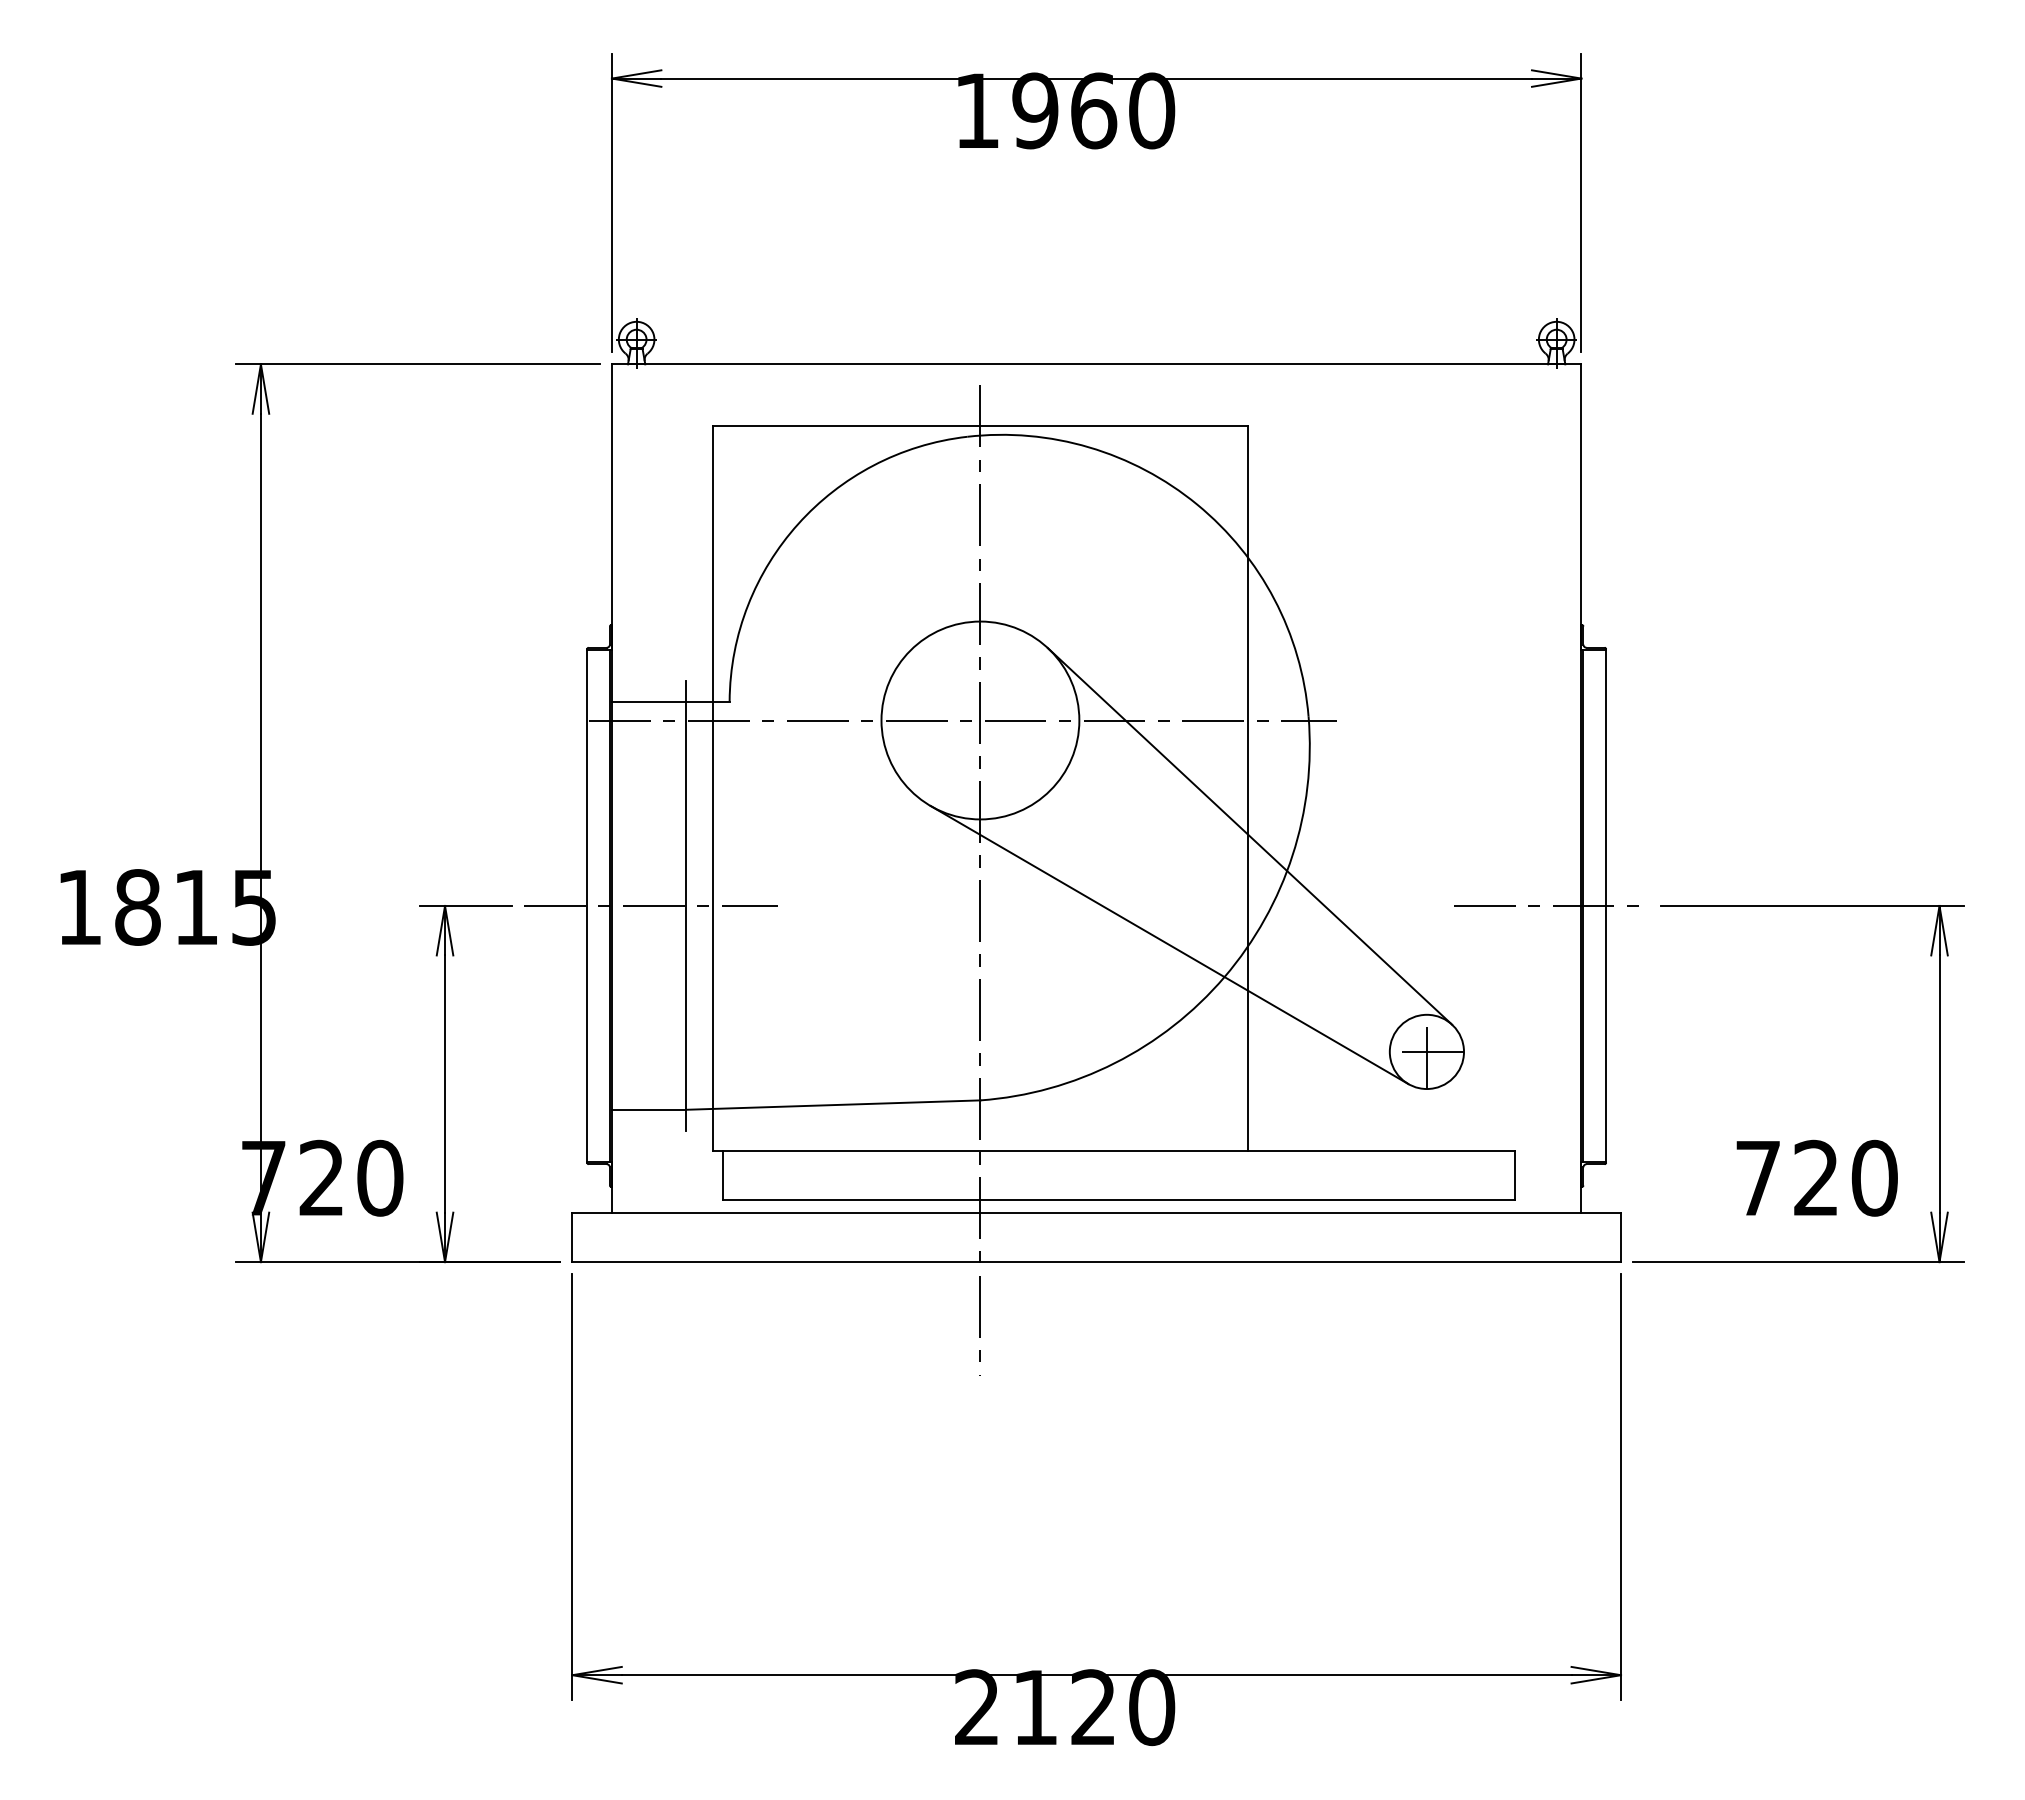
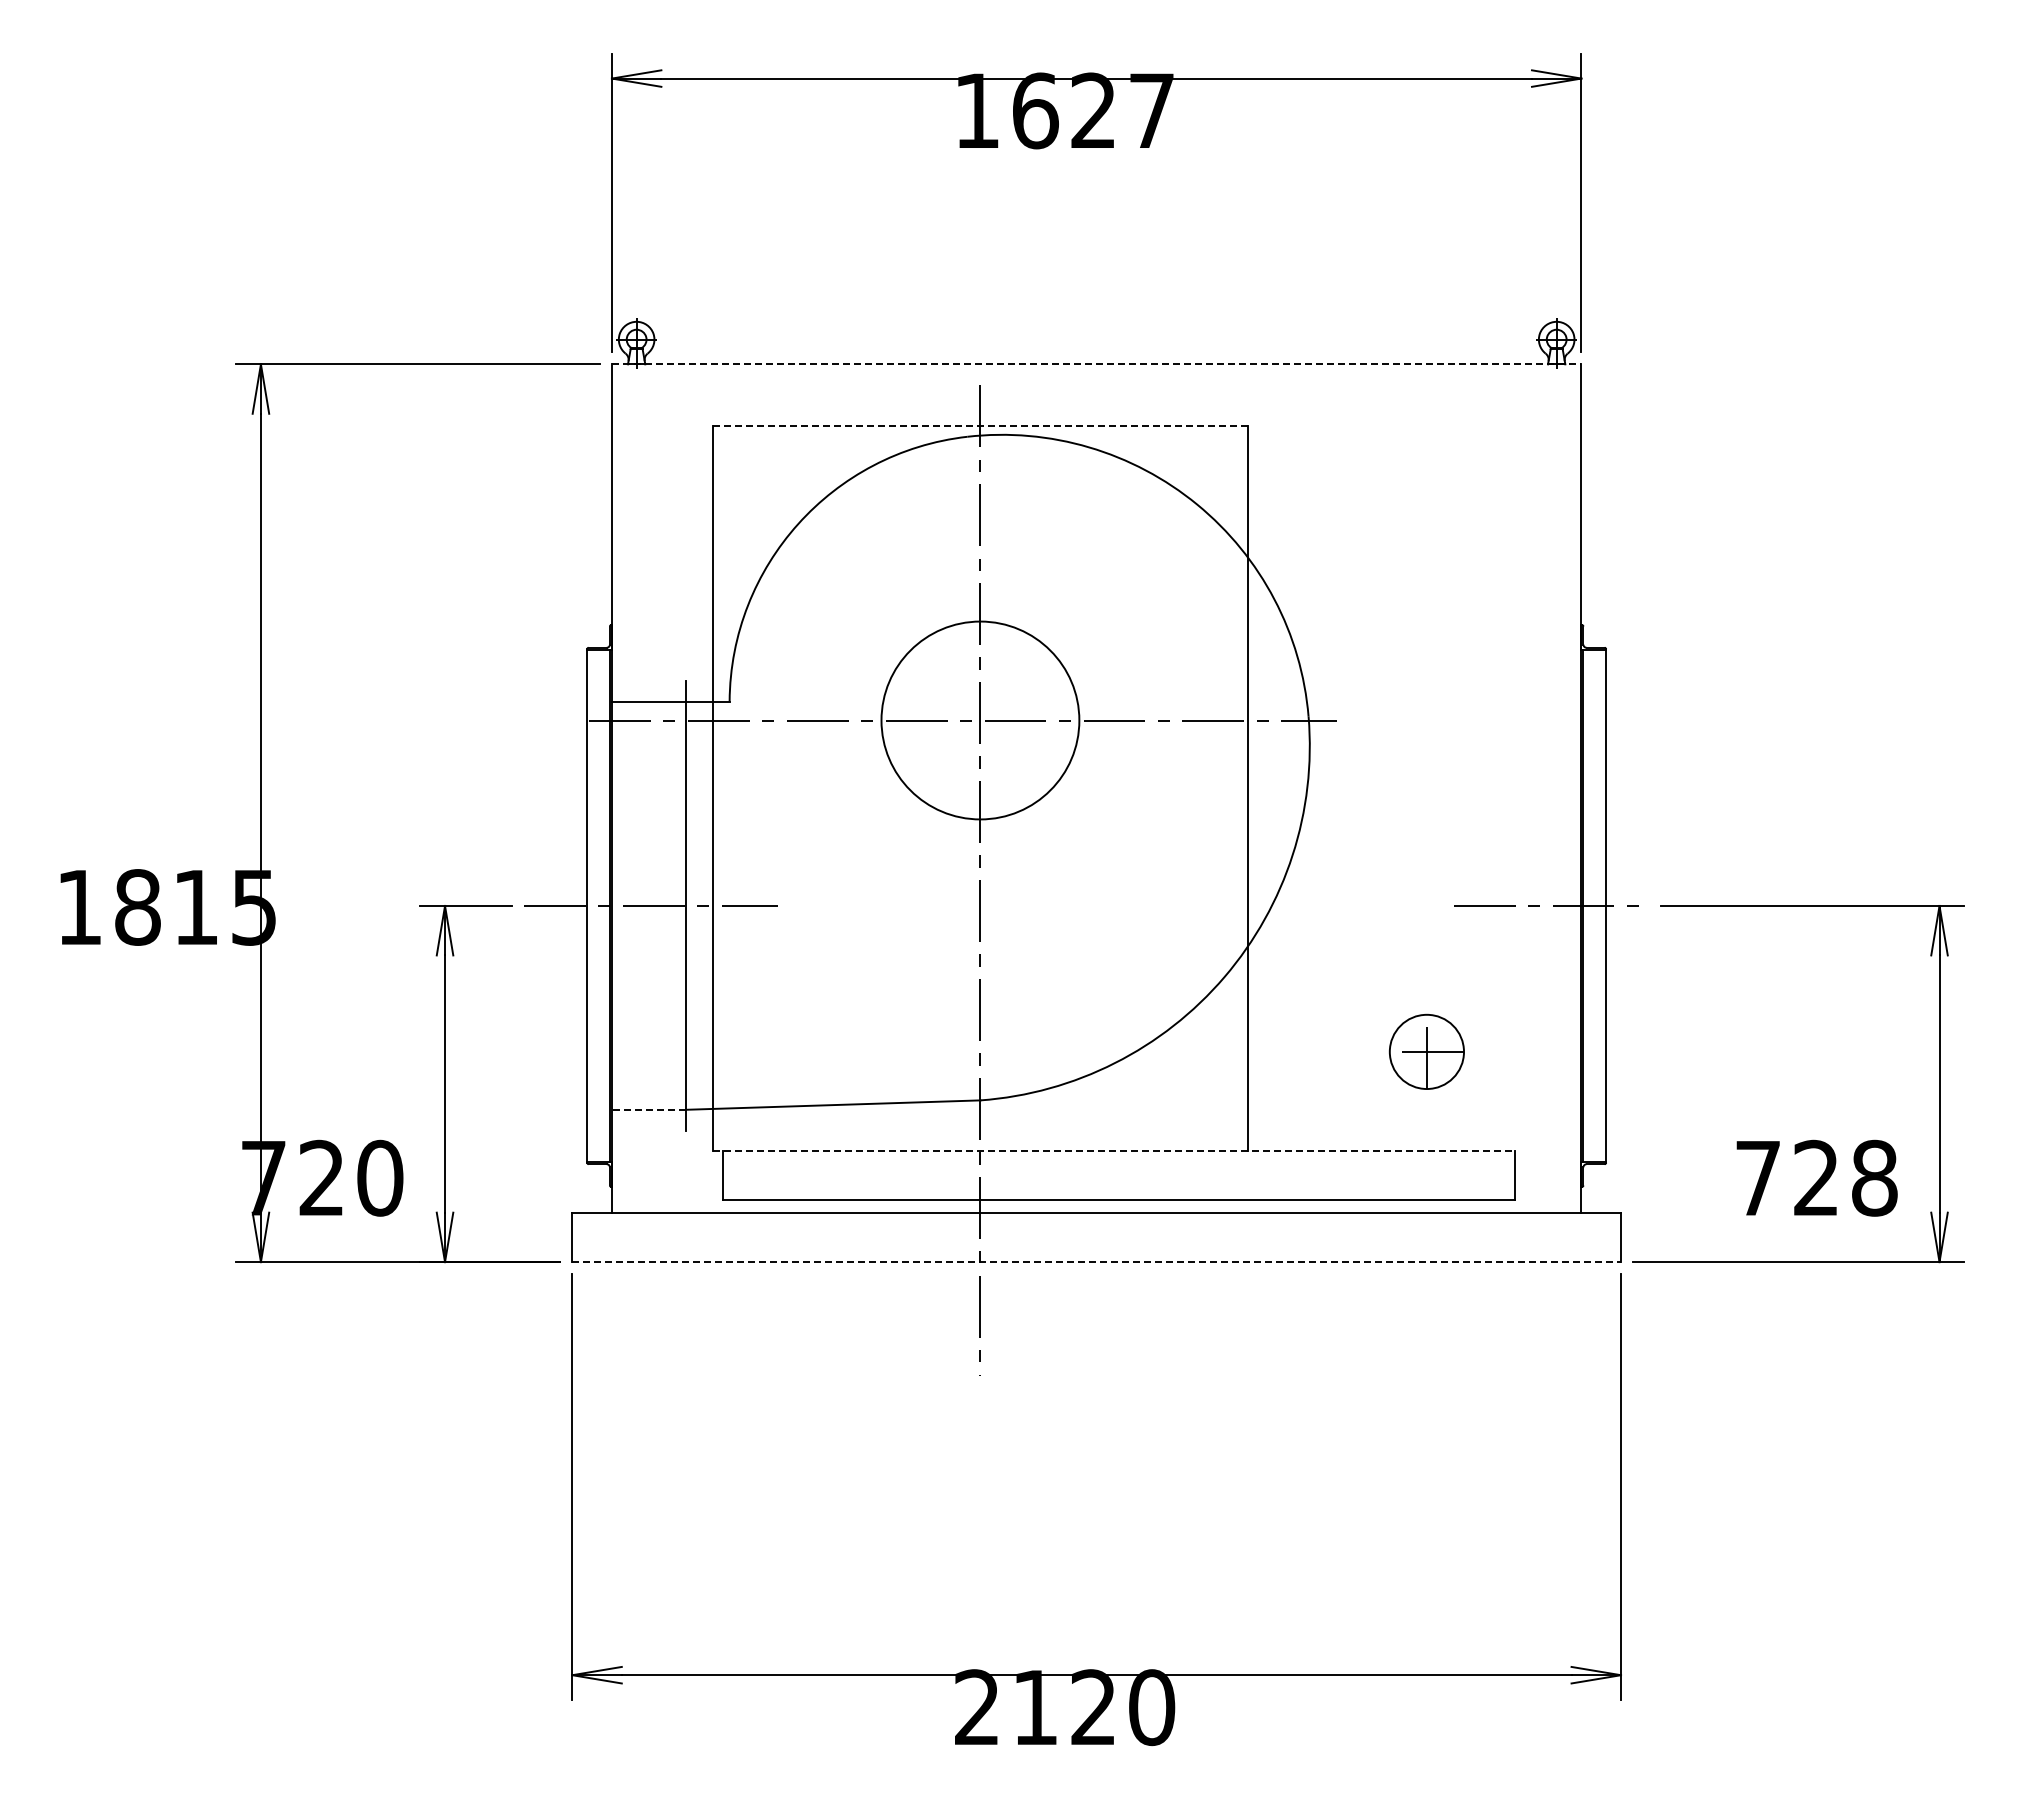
text at (1093, 110): 1960 -> 1627
line at (1096, 364): solid -> dashed
line at (980, 426): solid -> dashed
line at (1249, 836): present -> none
line at (1169, 944): present -> none
line at (648, 1109): solid -> dashed
line at (1113, 1150): solid -> dashed
text at (1874, 1178): 720 -> 728
line at (1097, 1262): solid -> dashed
